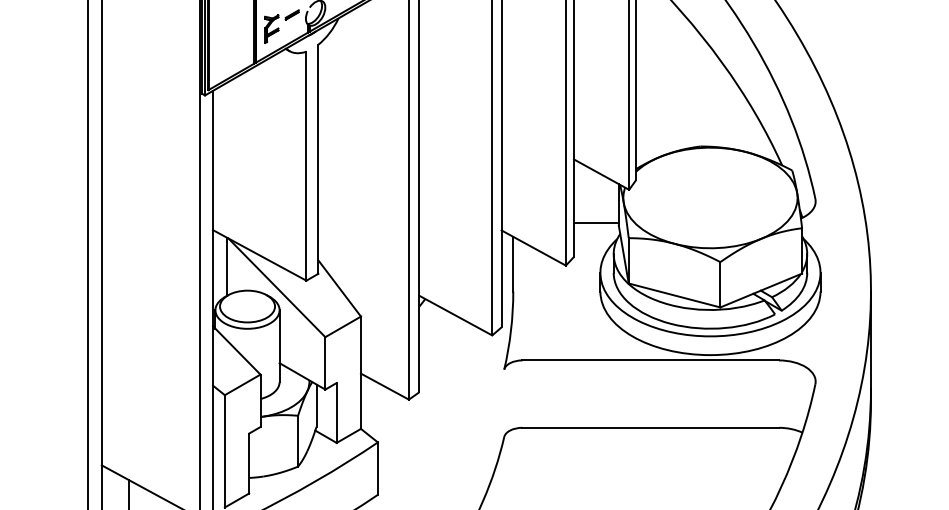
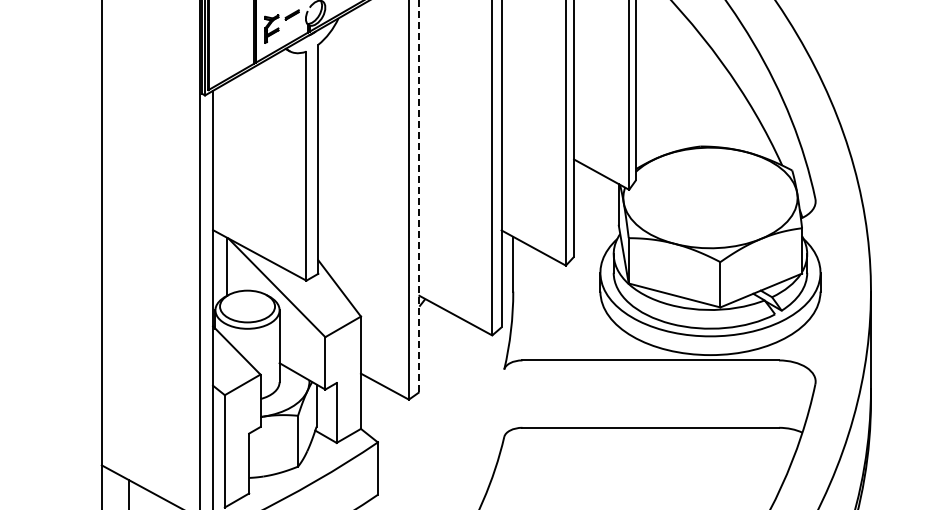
line at (419, 196): solid -> dashed
line at (596, 222): present -> none
line at (87, 254): present -> none
